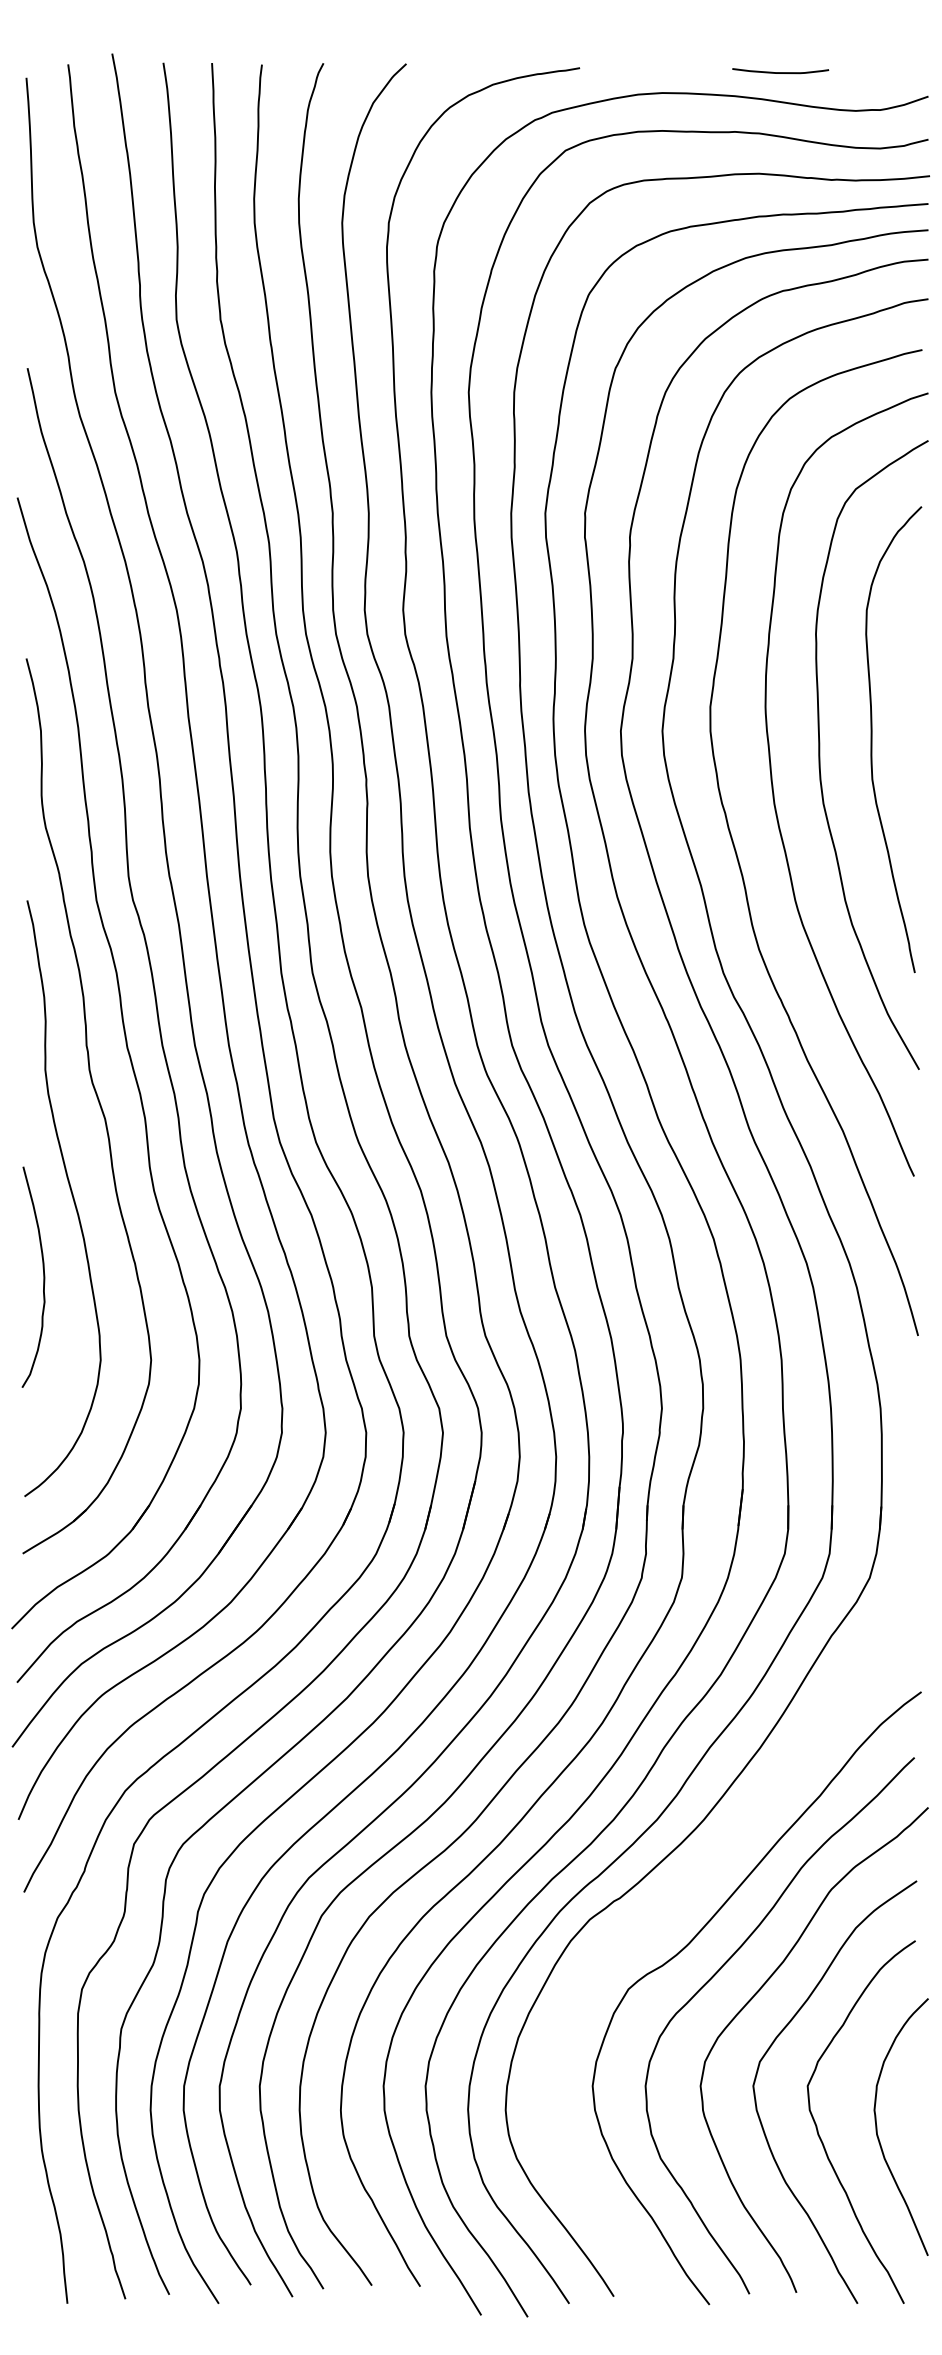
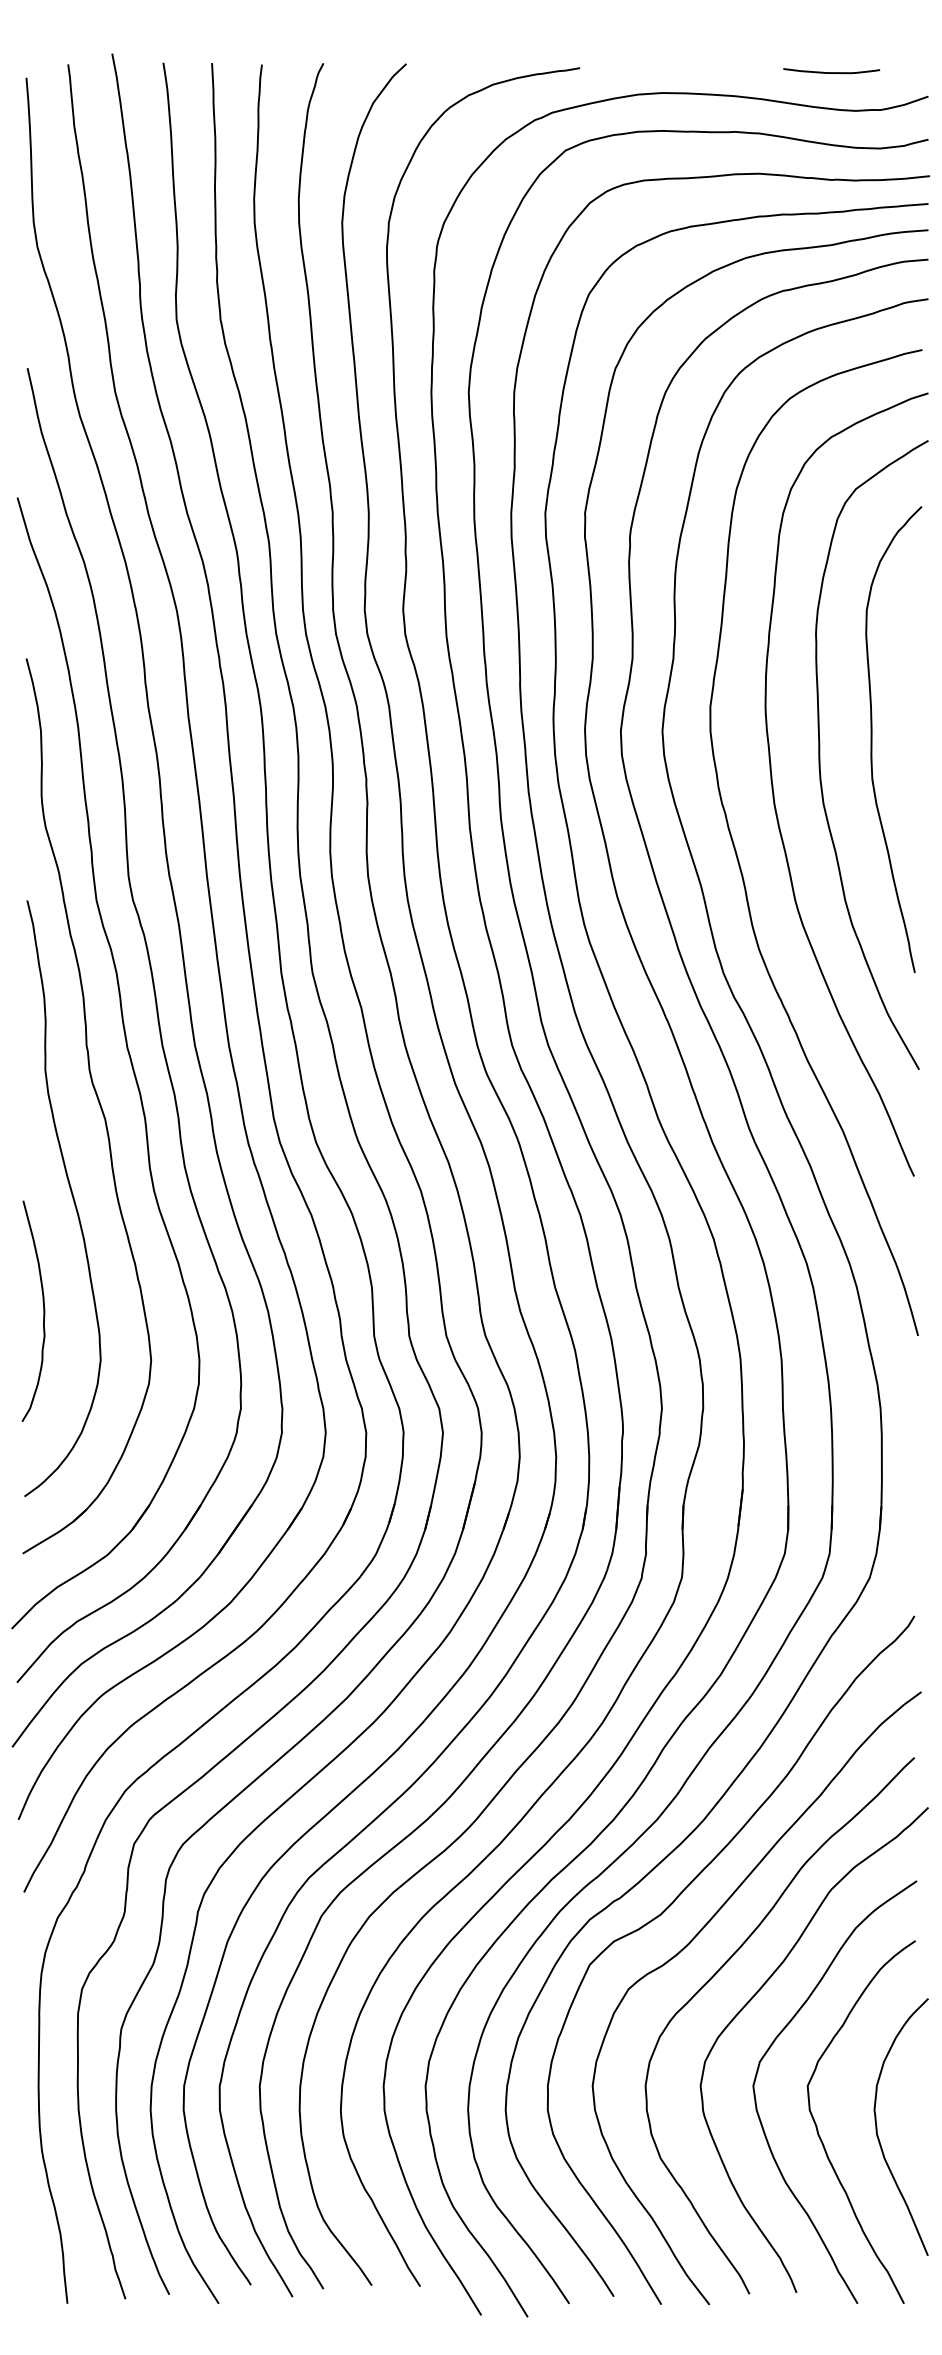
curve at (780, 72) position: (780, 72) -> (831, 72)
curve at (43, 1276) position: (43, 1276) -> (43, 1310)
curve at (674, 1902): none -> present
